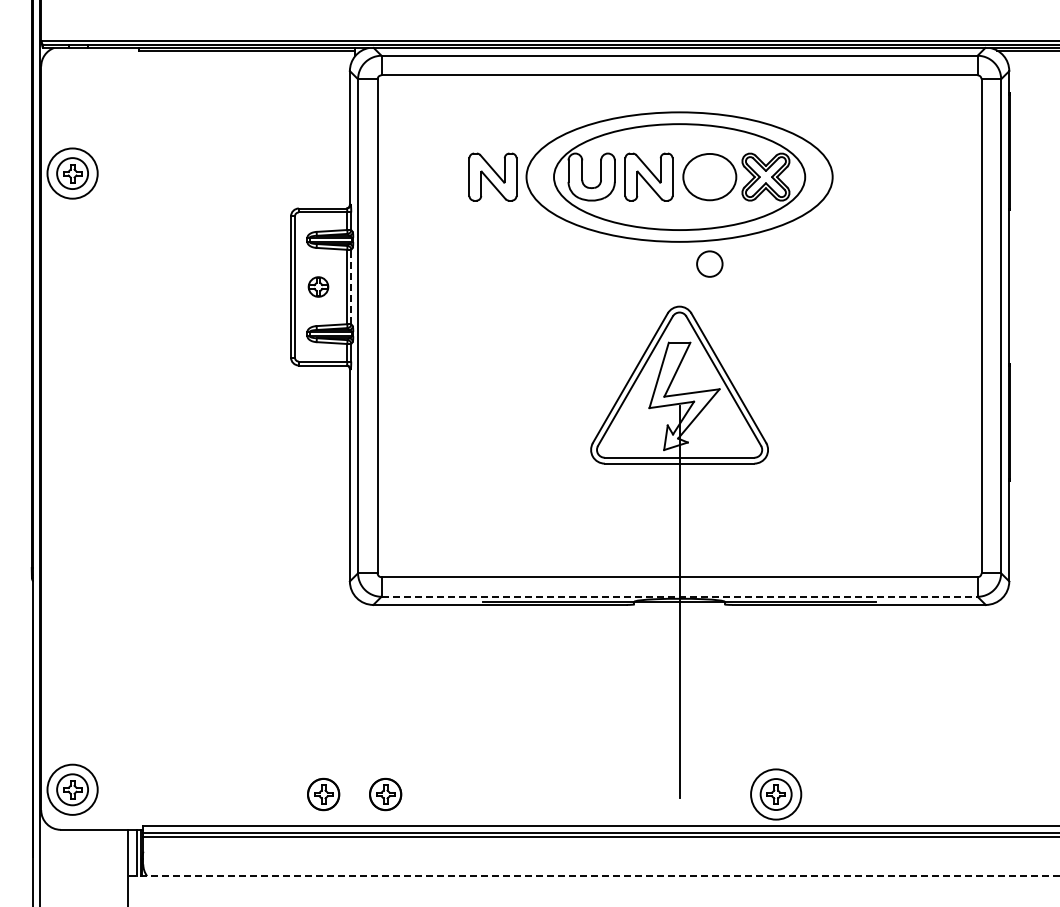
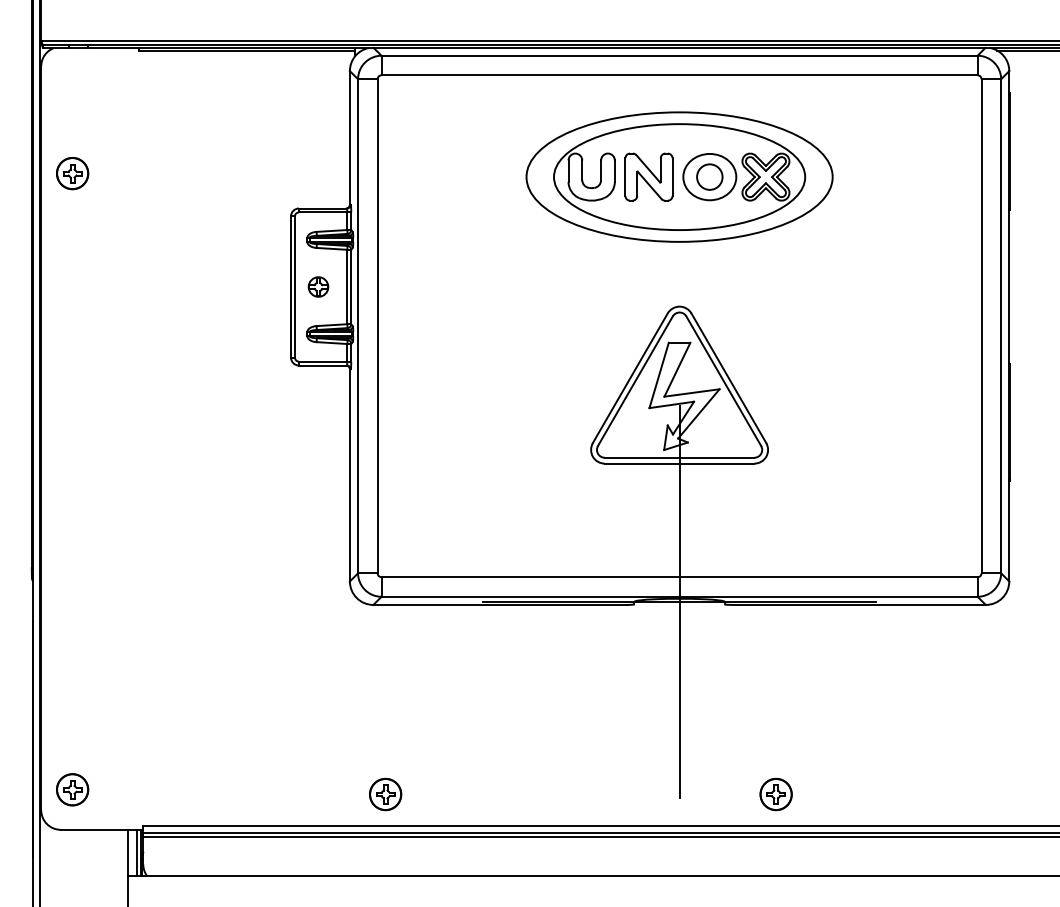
circle at (72, 173) diameter: 50 px -> 31 px
part at (492, 176): present -> none
circle at (709, 263) position: (709, 263) -> (709, 176)
line at (351, 286): dashed -> solid
line at (680, 596): dashed -> solid
circle at (72, 789) diameter: 50 px -> 31 px
part at (323, 794): present -> none
circle at (776, 794) diameter: 50 px -> 31 px
line at (593, 876): dashed -> solid
